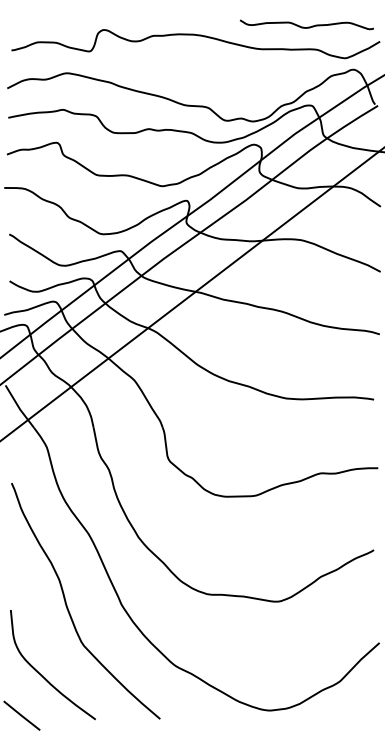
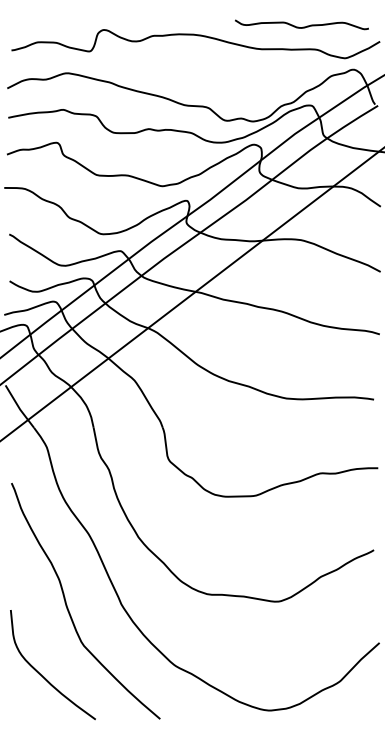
curve at (308, 26) position: (308, 26) -> (303, 26)
line at (21, 715): present -> none
